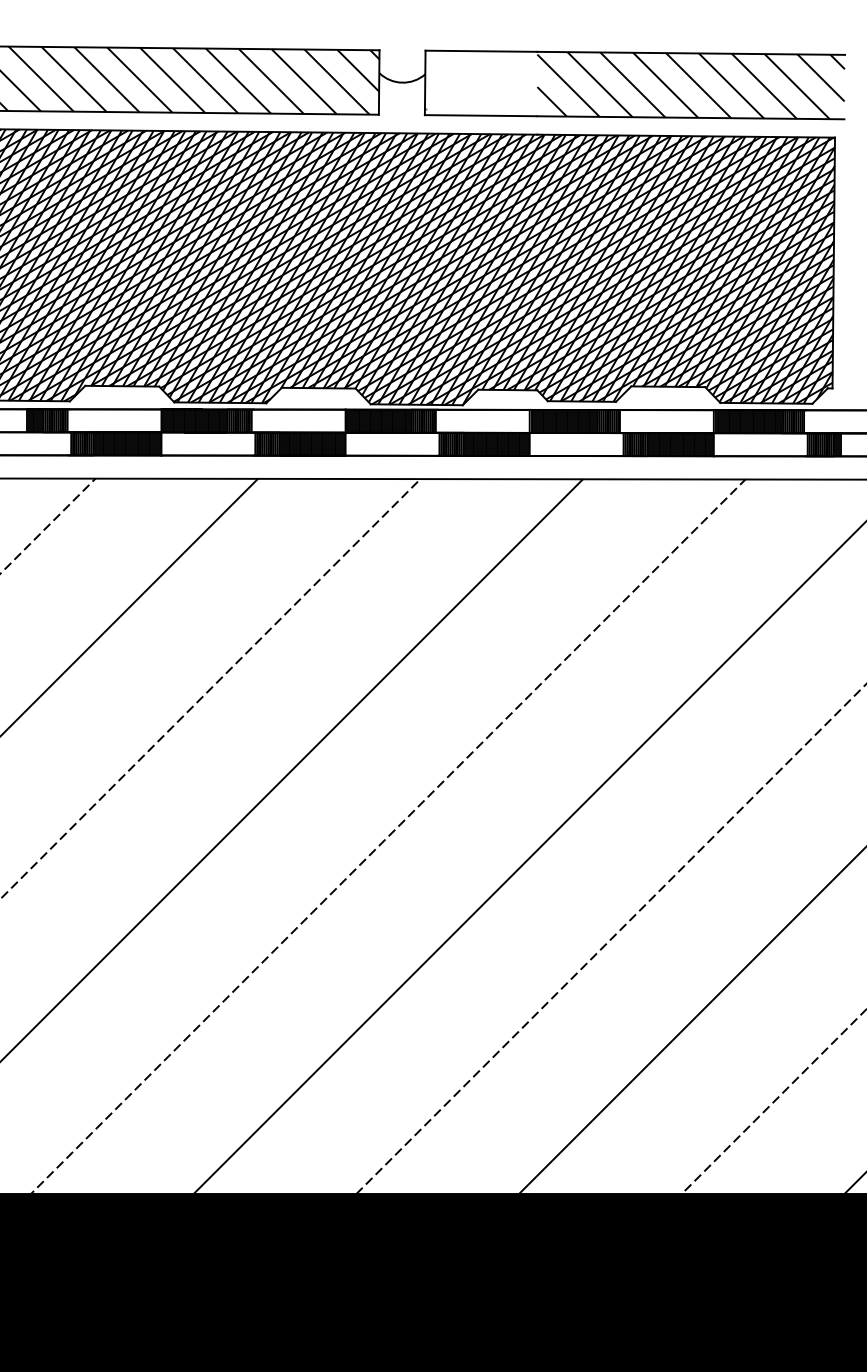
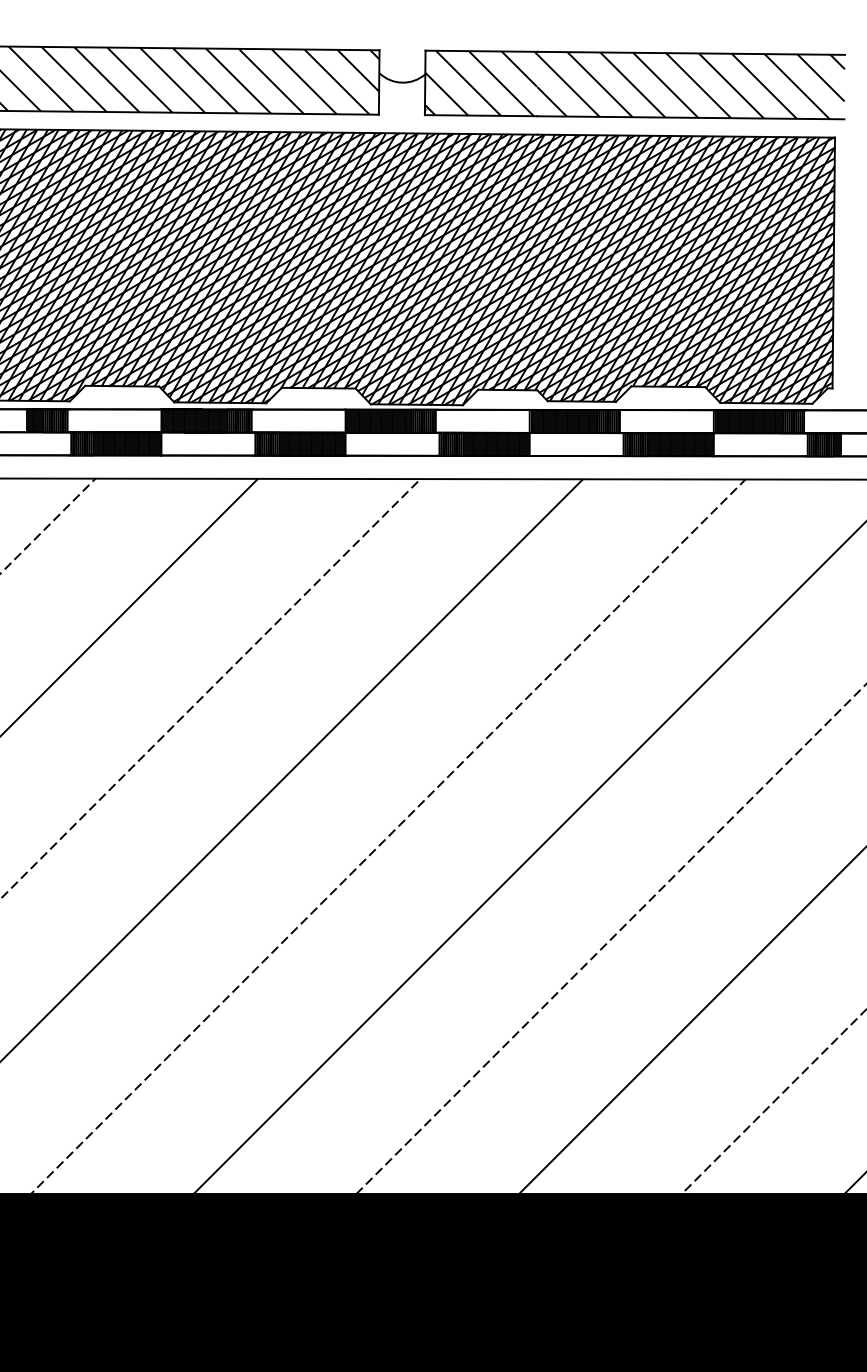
hatch at (481, 83): none -> present
